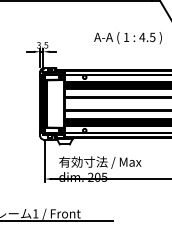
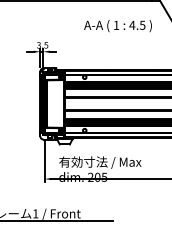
text at (127, 38) position: (127, 38) -> (117, 26)
